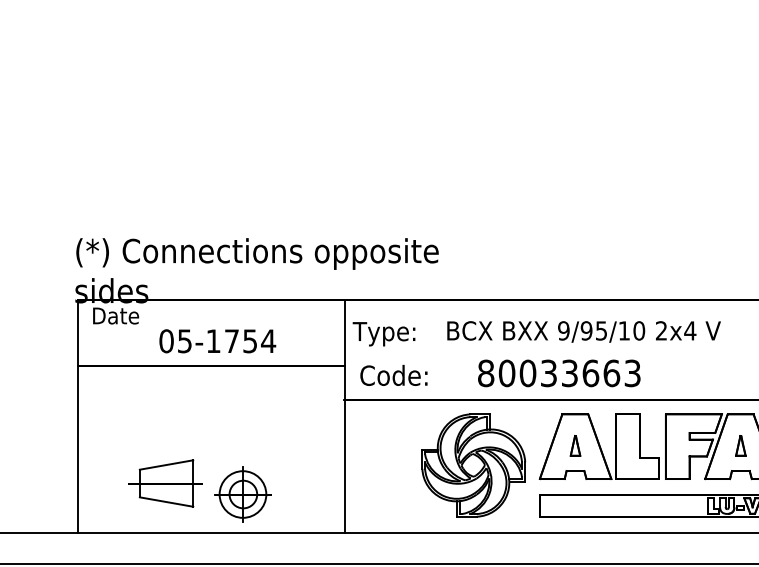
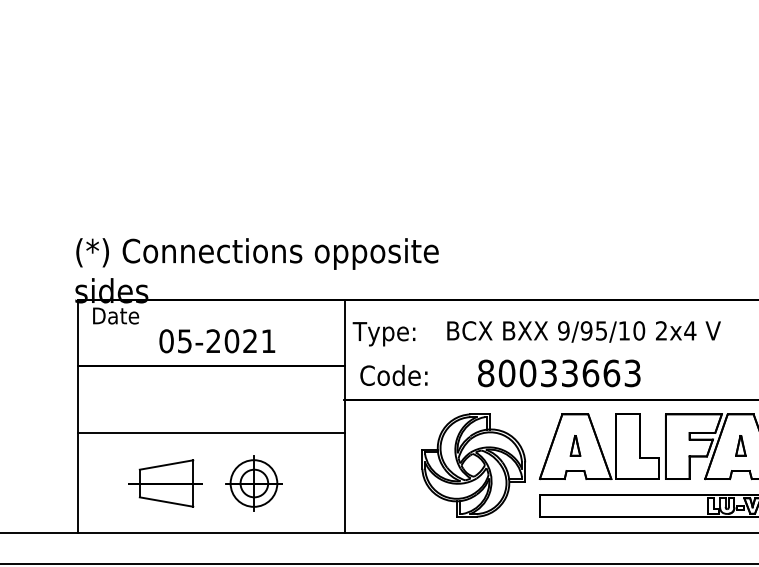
text at (241, 341): 05-1754 -> 05-2021
line at (211, 433): none -> present
part at (242, 494) position: (242, 494) -> (253, 483)
